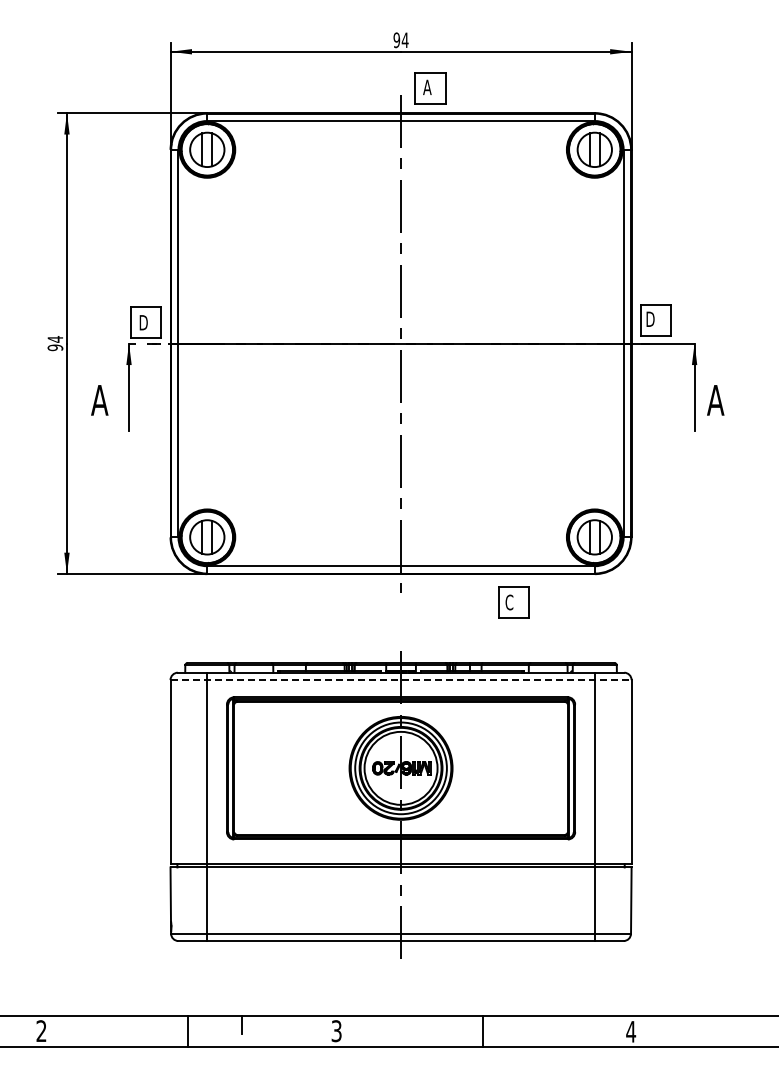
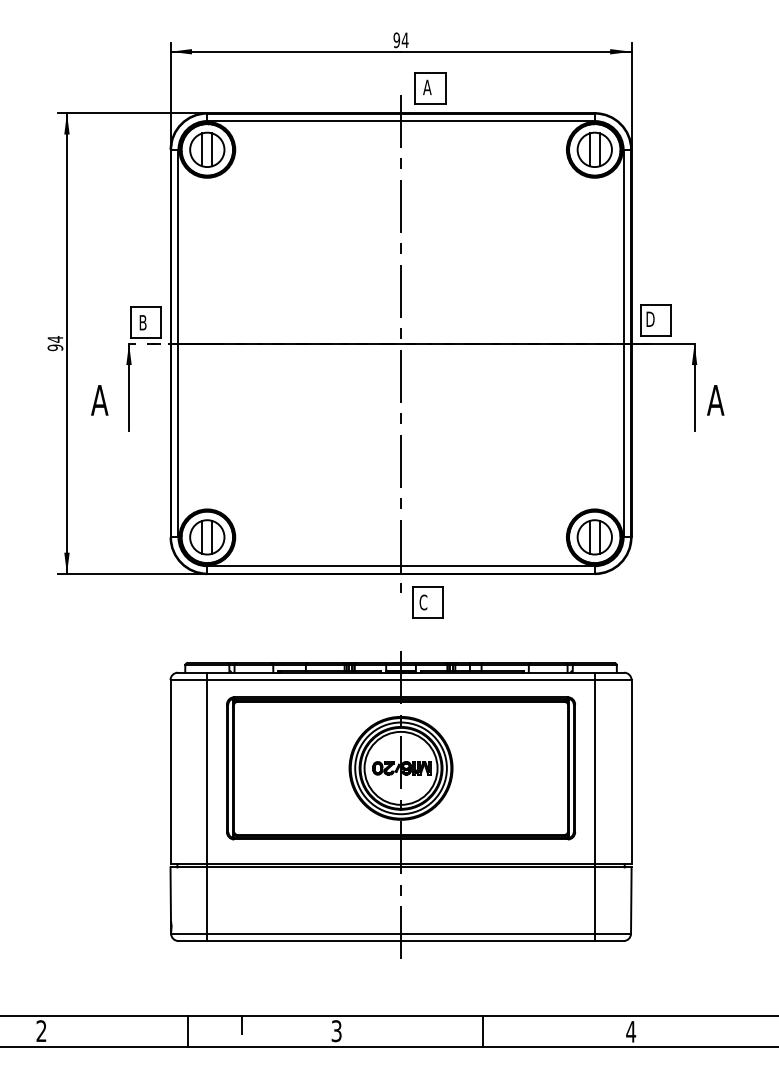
text at (144, 323): D -> B
part at (513, 602) position: (513, 602) -> (427, 602)
line at (401, 680): dashed -> solid
